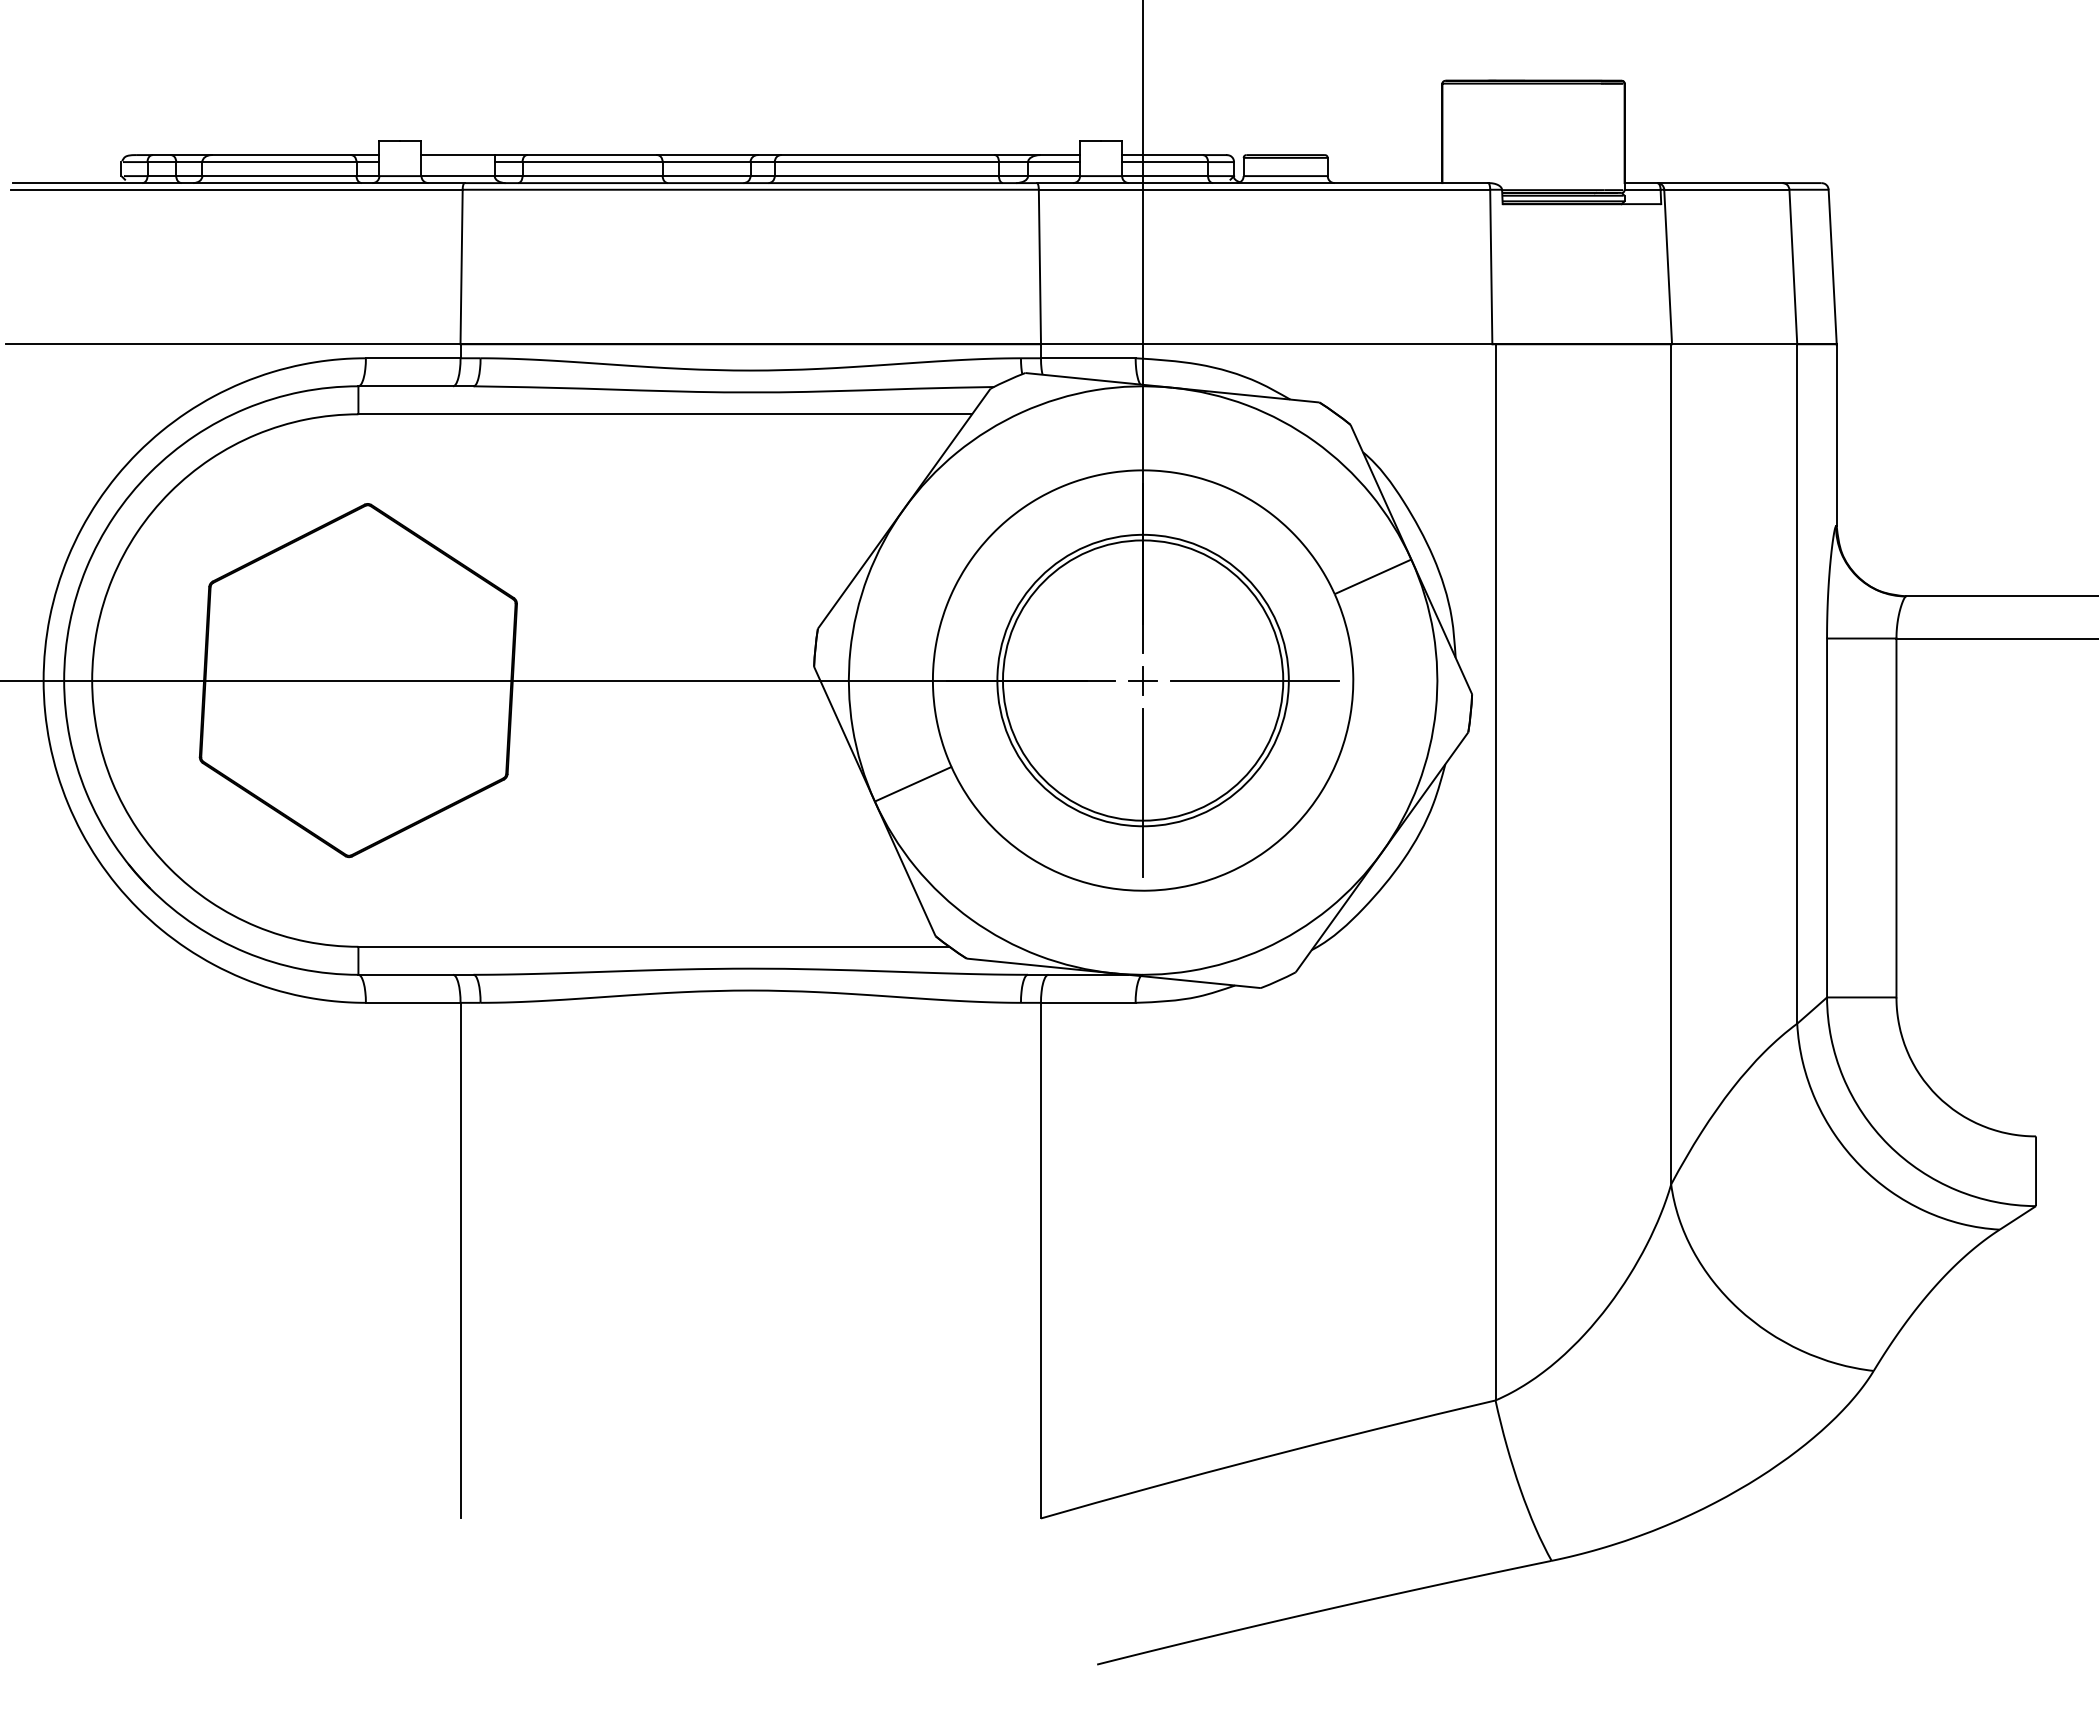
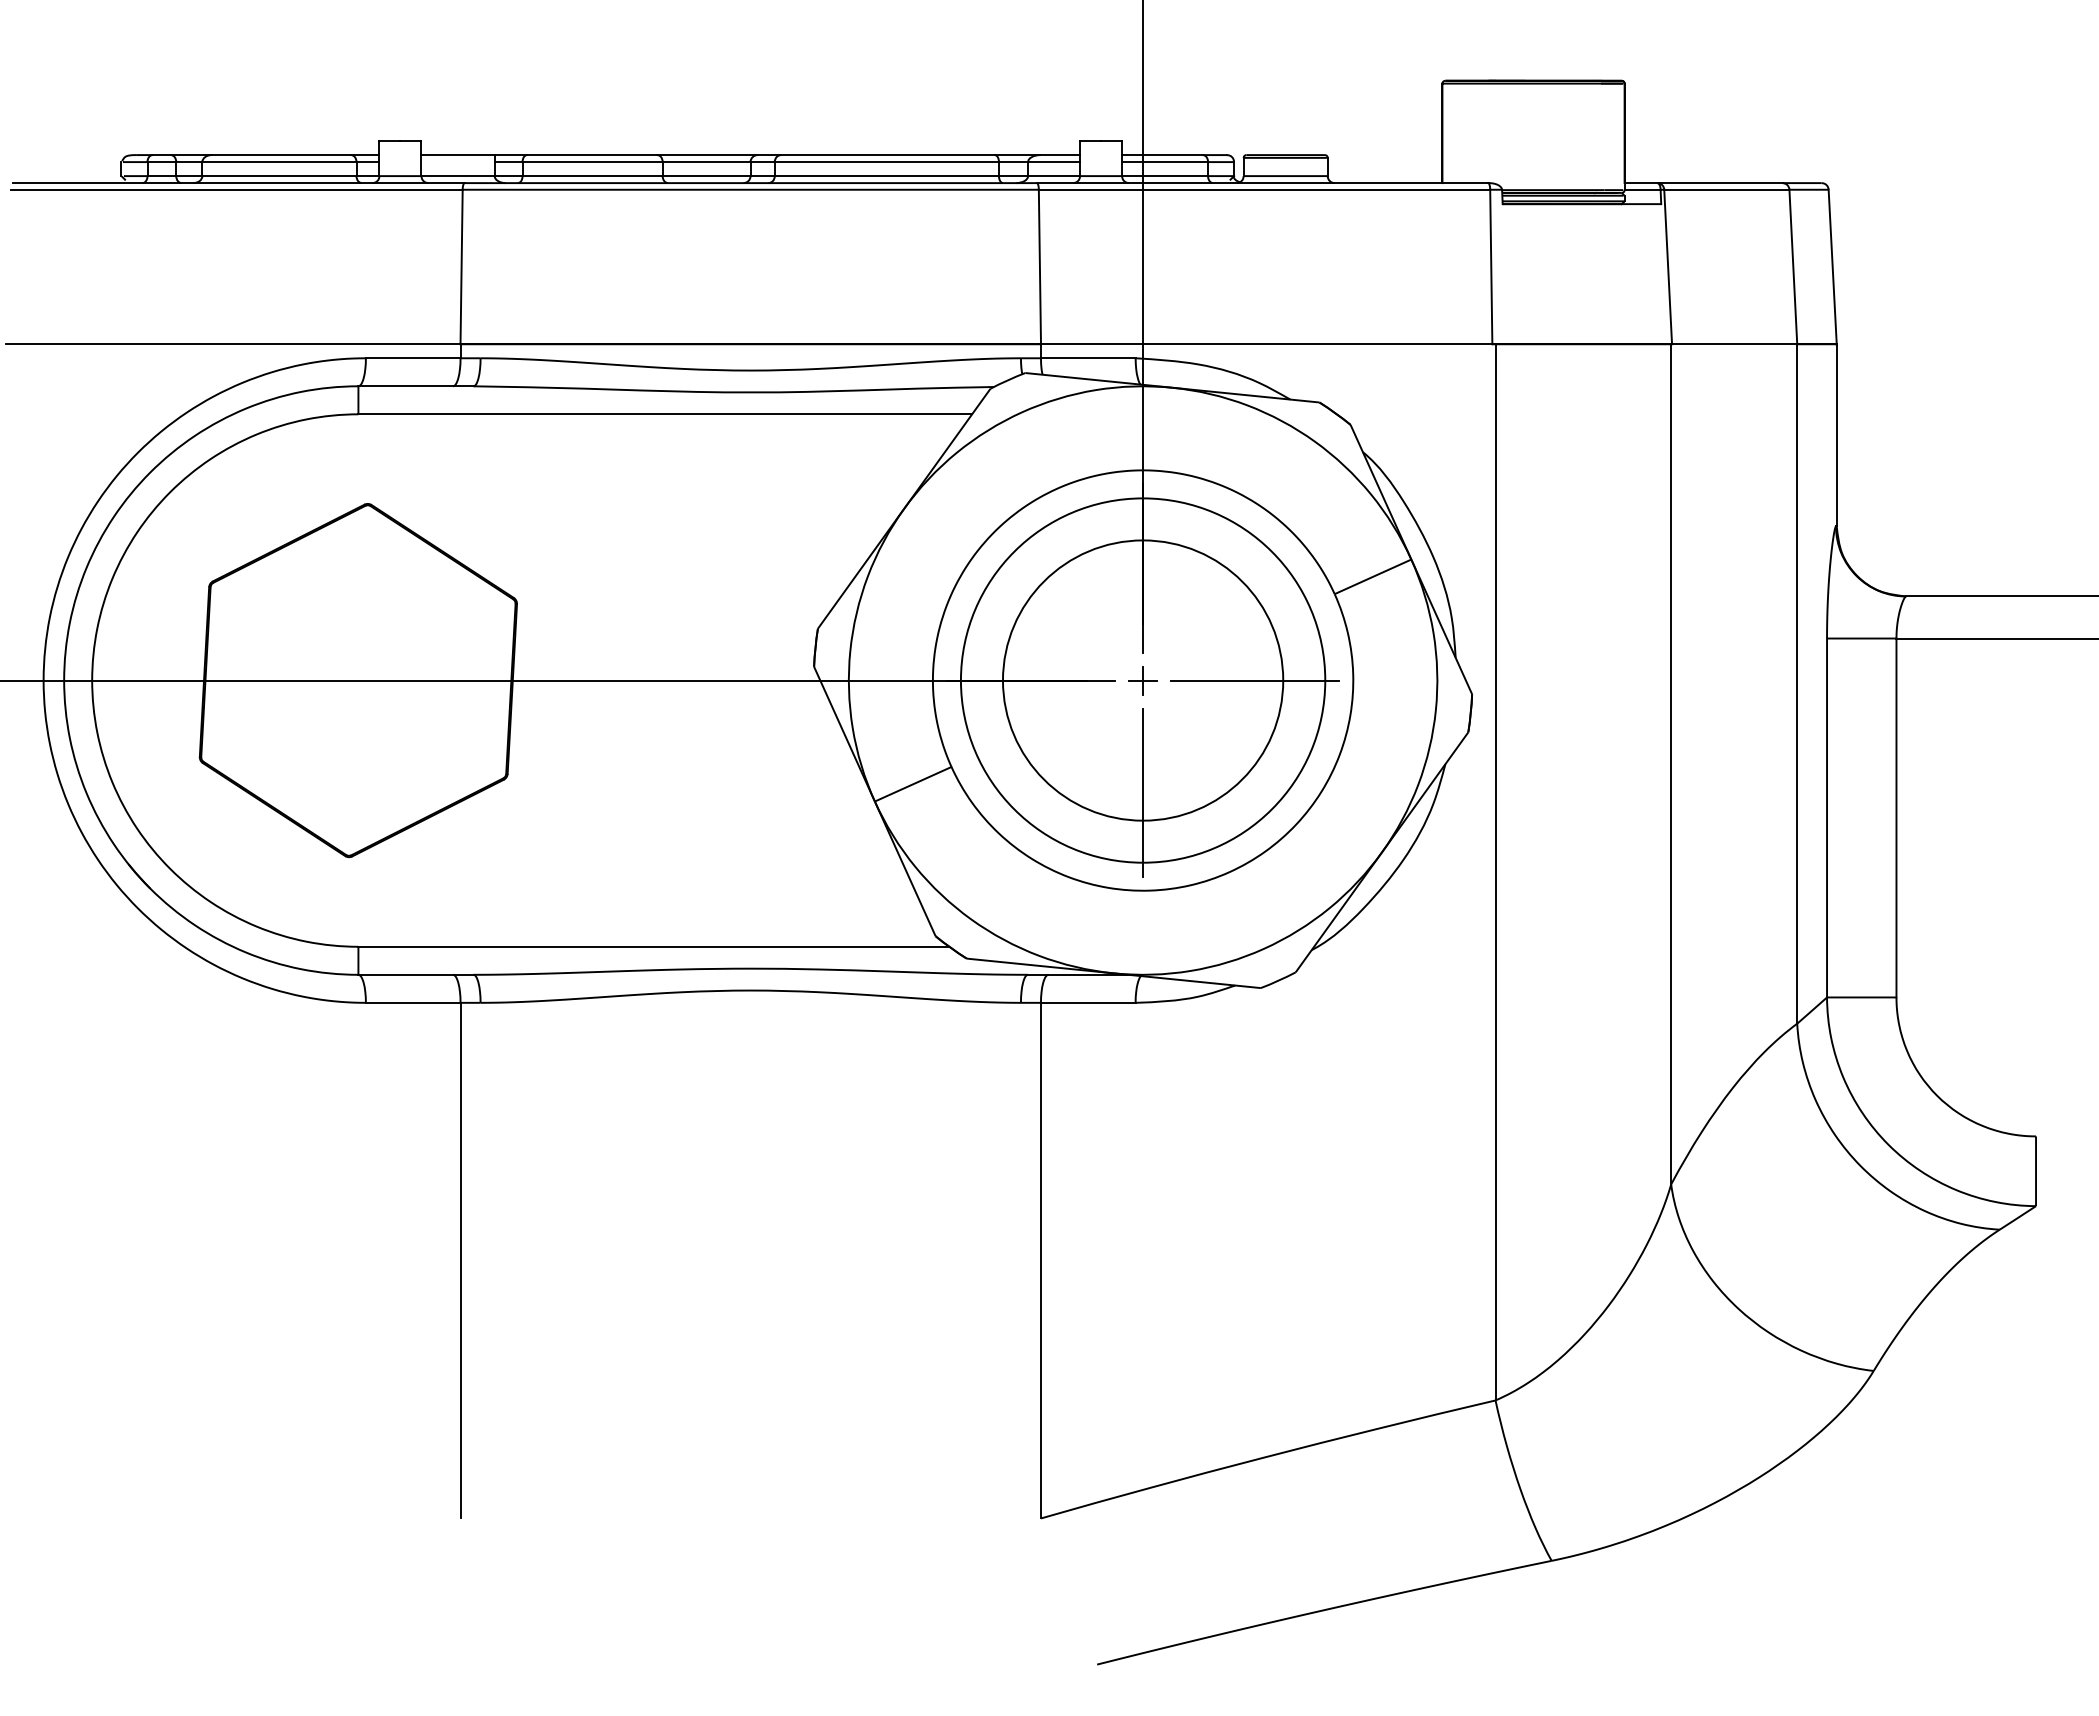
circle at (1142, 680) diameter: 291 px -> 364 px
